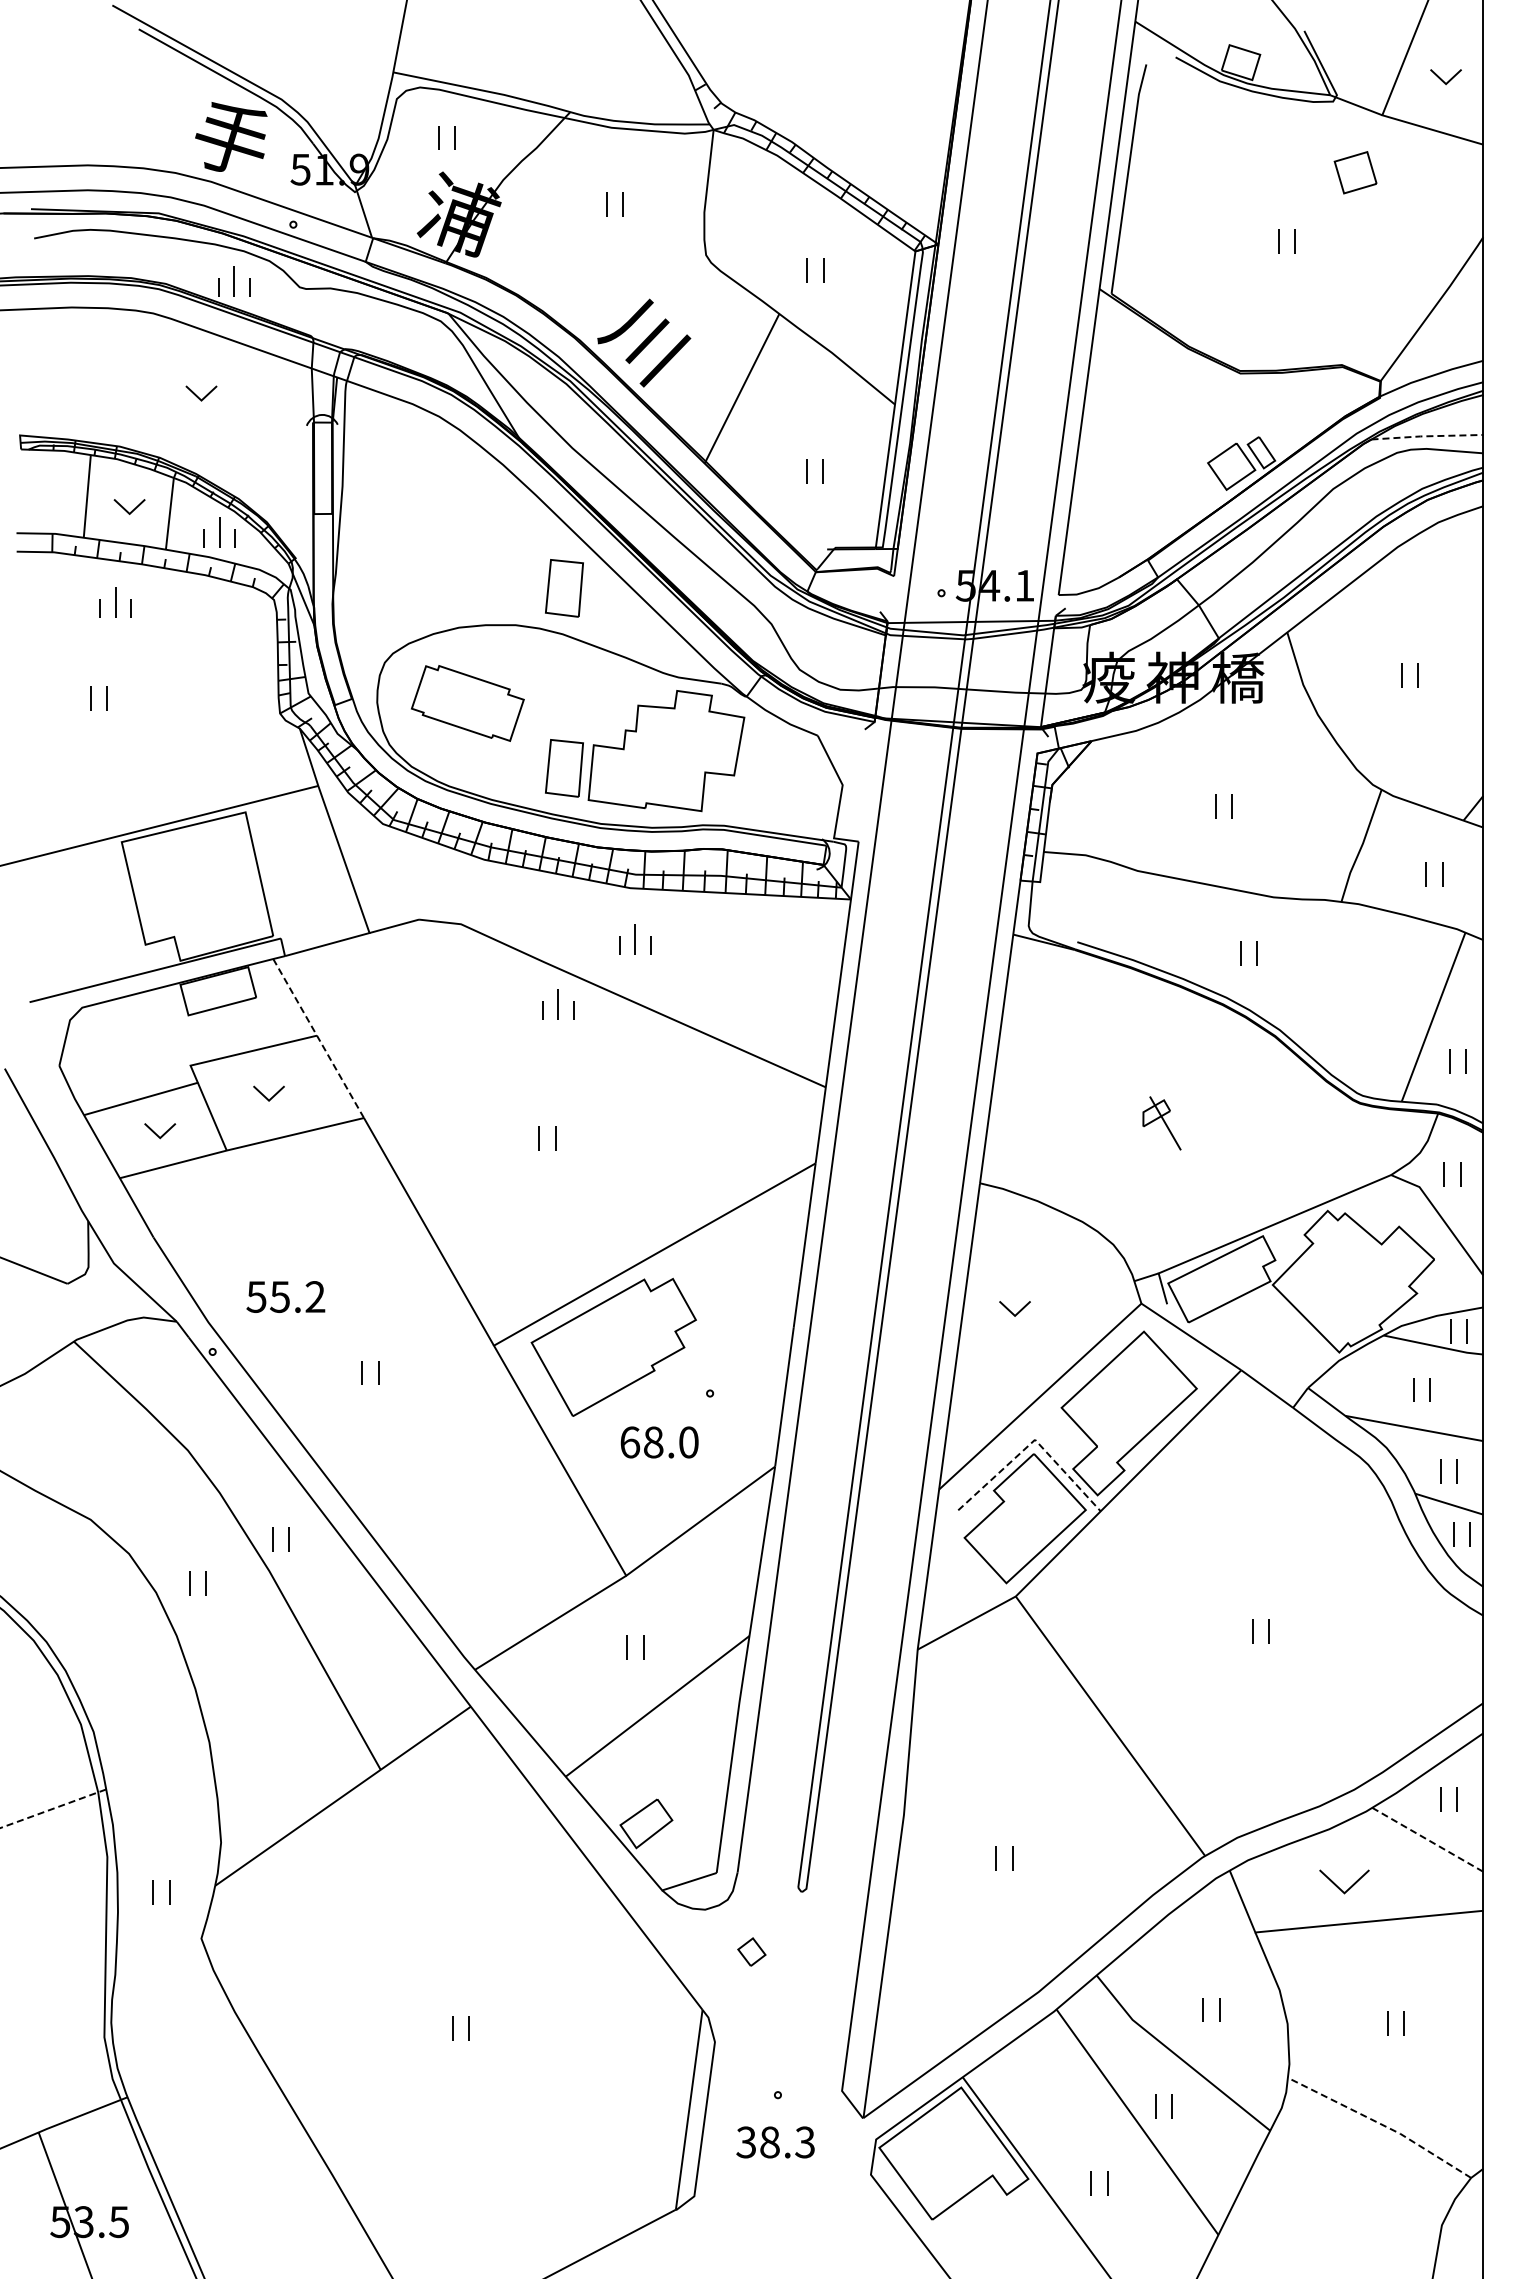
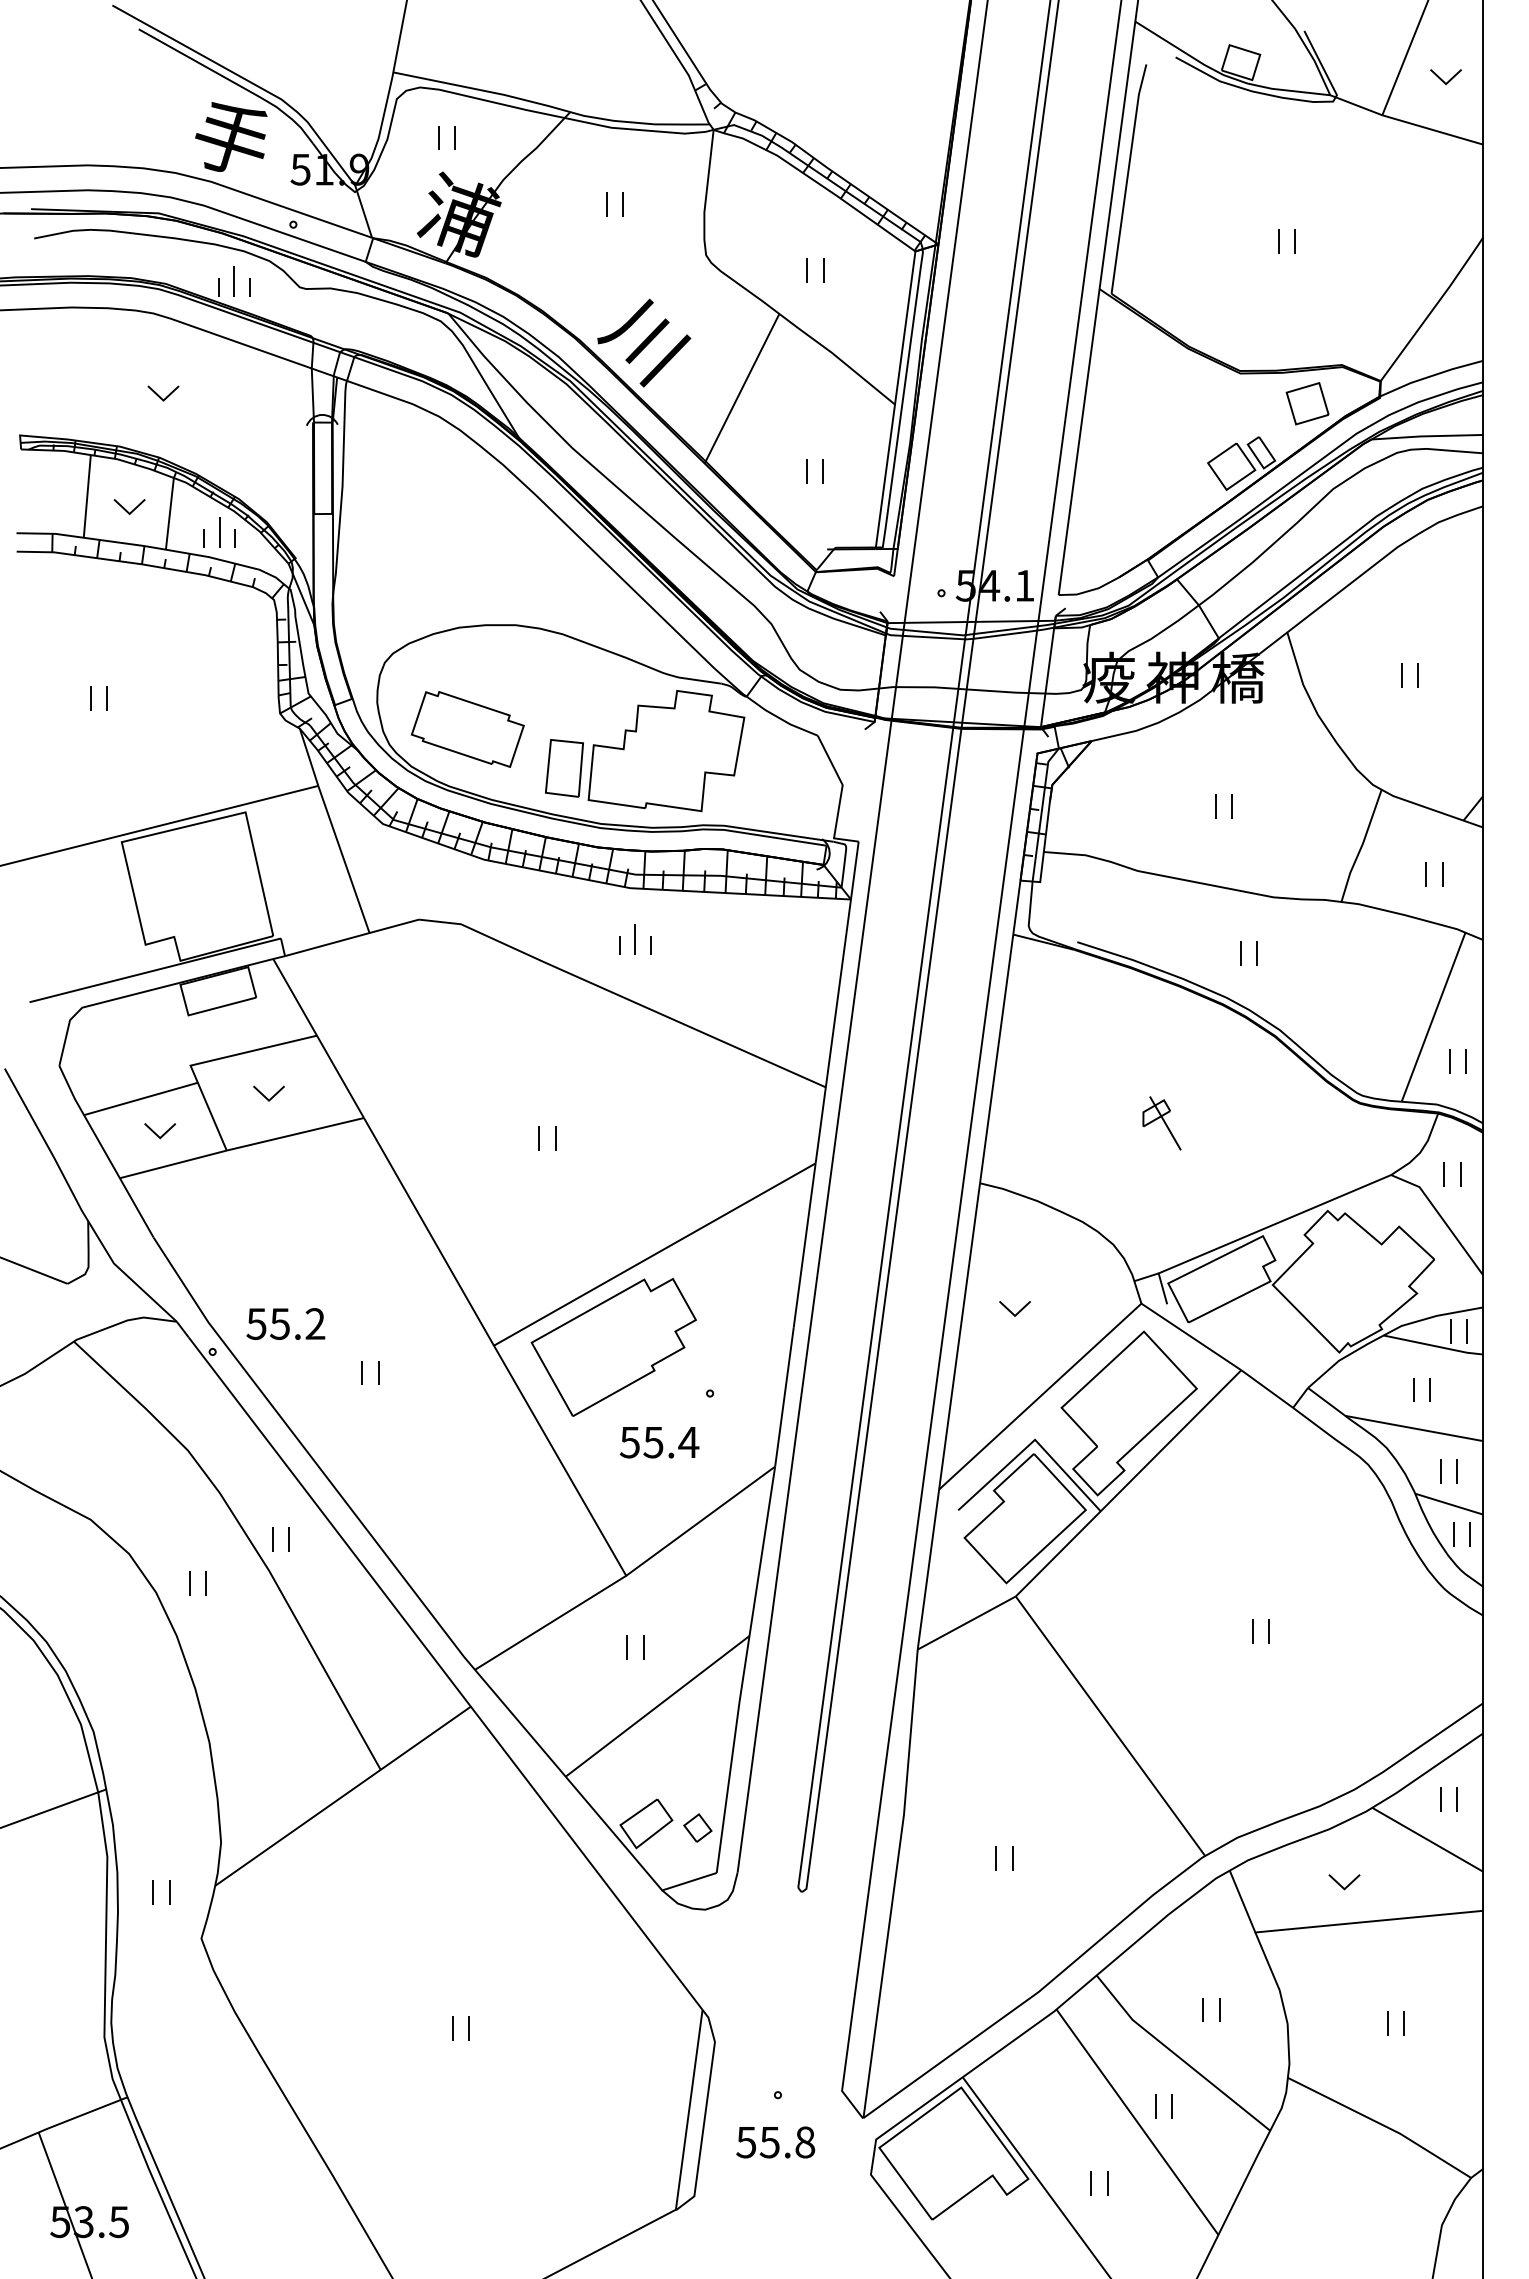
part at (1355, 172) position: (1355, 172) -> (1307, 403)
part at (201, 393) position: (201, 393) -> (163, 393)
line at (1426, 436): dashed -> solid
part at (564, 588): present -> none
part at (115, 602): present -> none
part at (467, 703) position: (467, 703) -> (467, 729)
part at (558, 1004): present -> none
line at (318, 1038): dashed -> solid
text at (285, 1296) position: (285, 1296) -> (285, 1323)
line at (1032, 1441): dashed -> solid
text at (659, 1442): 68.0 -> 55.4
line at (53, 1808): dashed -> solid
line at (1428, 1840): dashed -> solid
part at (1344, 1881) size: 51x26 px -> 33x17 px
part at (751, 1951) position: (751, 1951) -> (697, 1827)
line at (1381, 2124): dashed -> solid
text at (775, 2142): 38.3 -> 55.8
